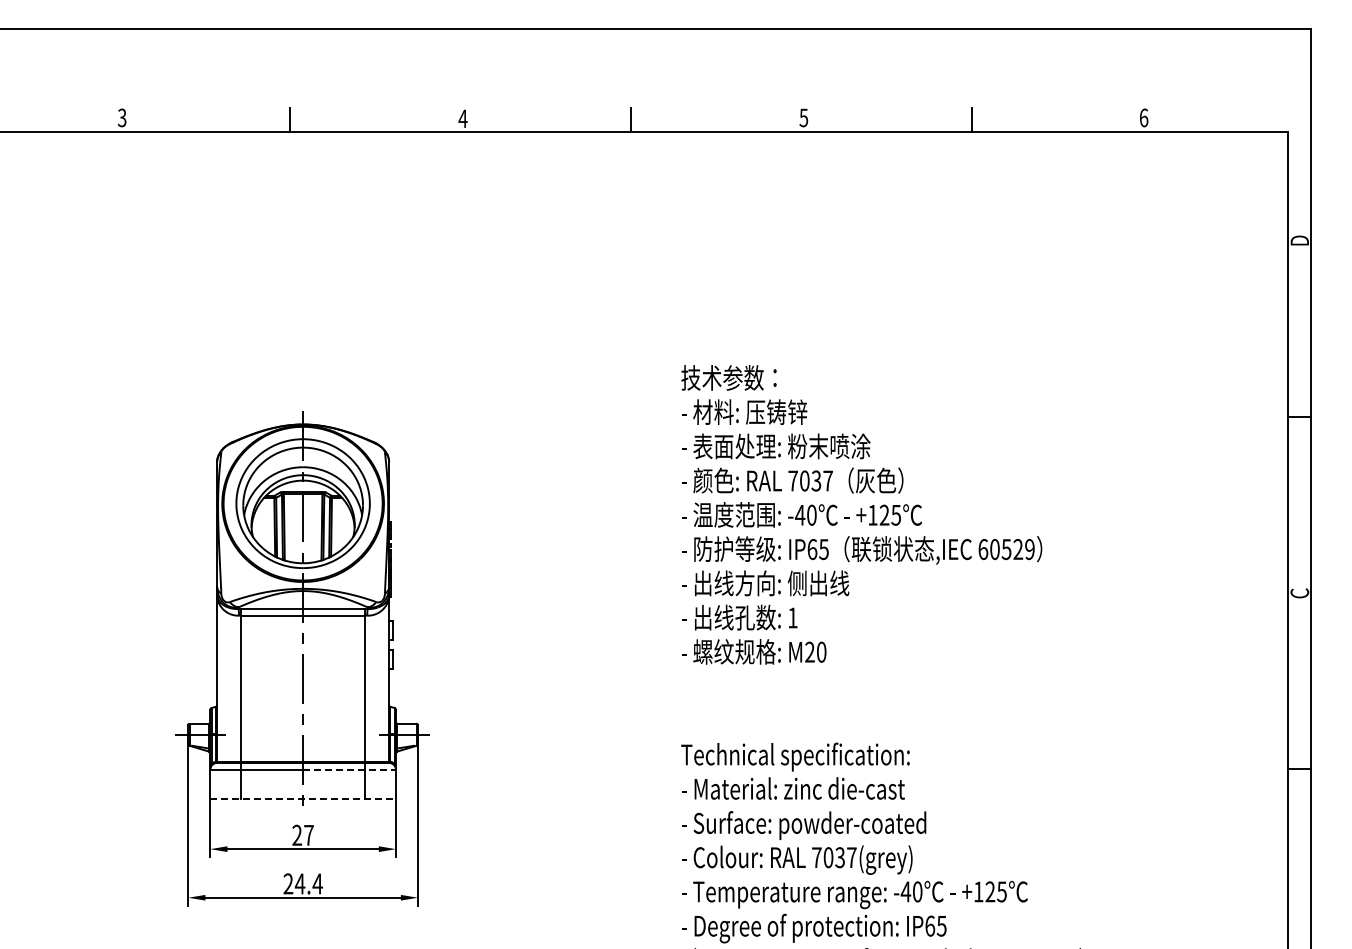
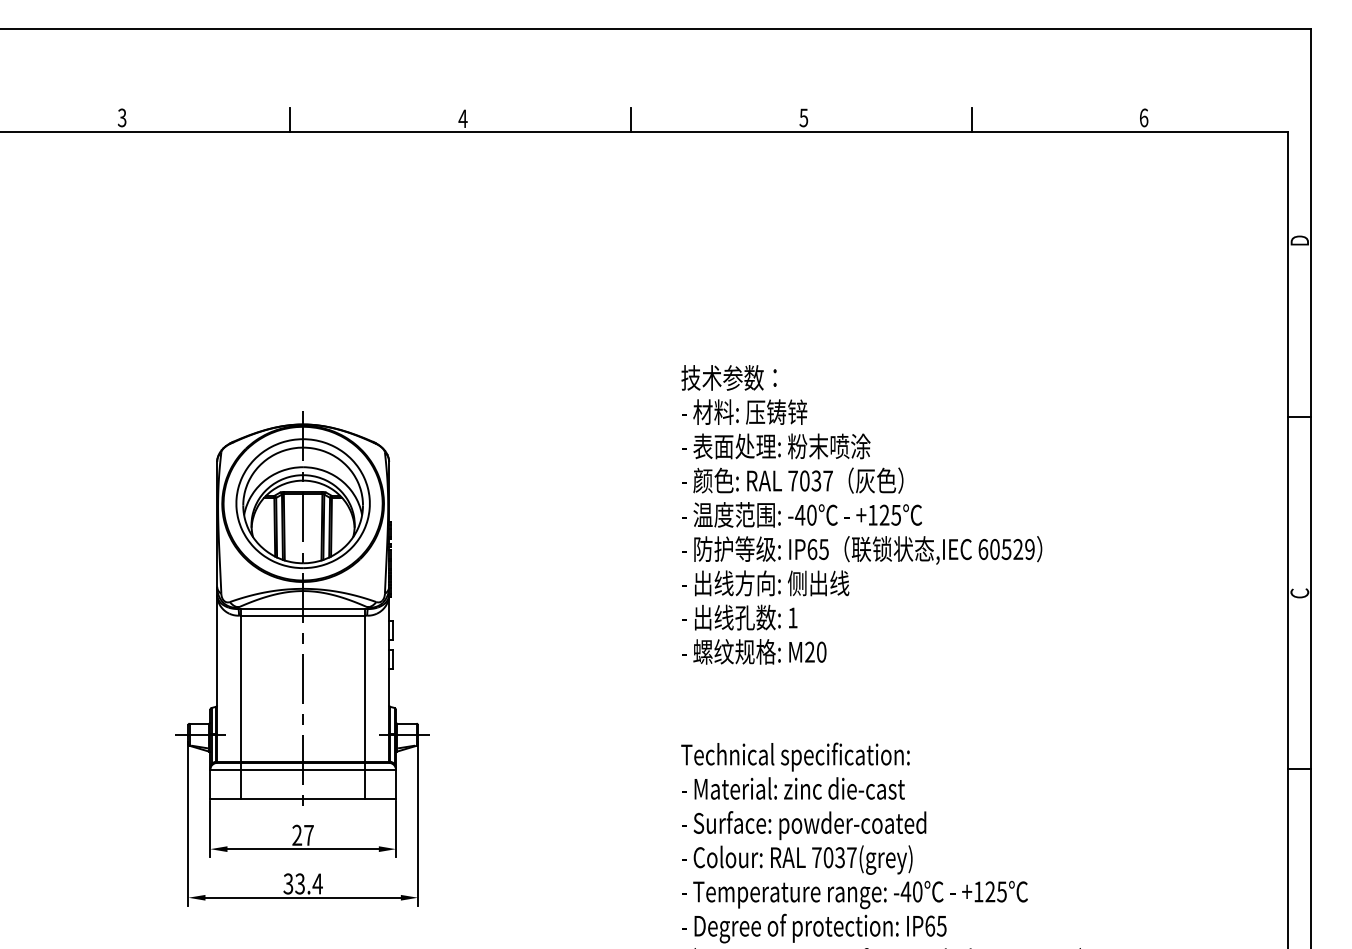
line at (350, 769): dashed -> solid
line at (303, 799): dashed -> solid
text at (294, 883): 24.4 -> 33.4
